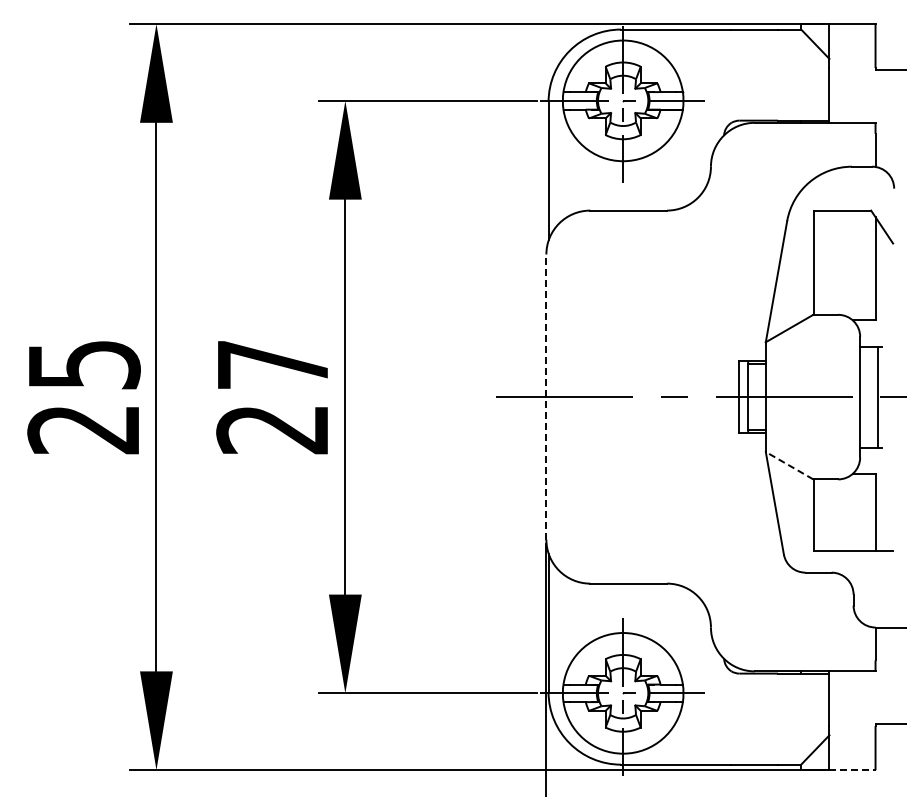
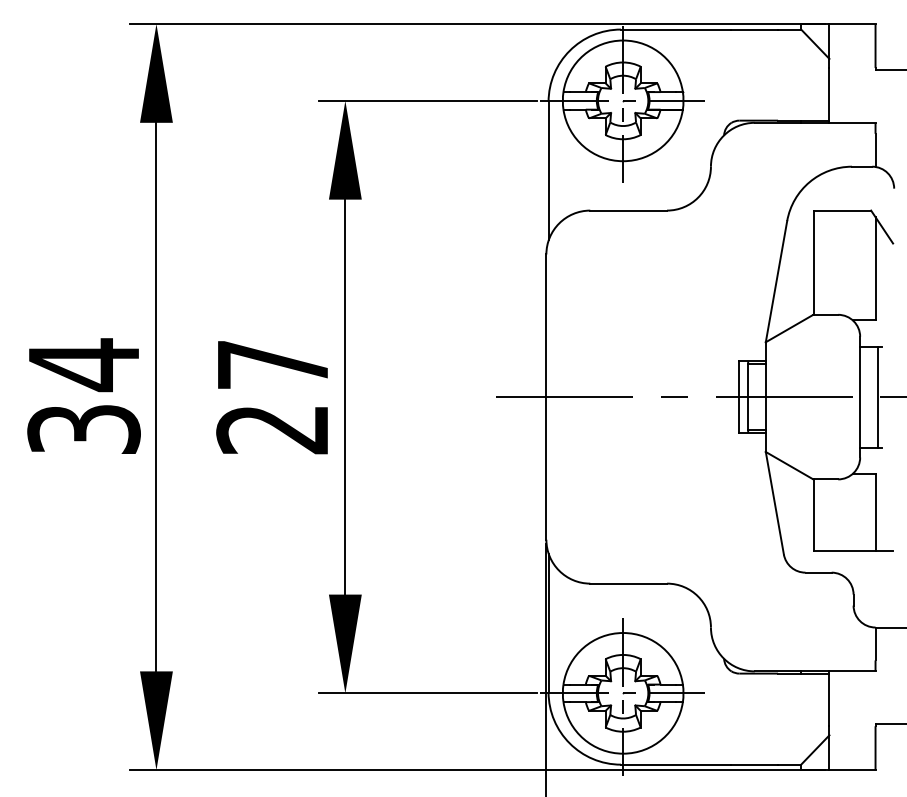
text at (83, 396): 25 -> 34
line at (546, 397): dashed -> solid
line at (789, 465): dashed -> solid
line at (852, 770): dashed -> solid
